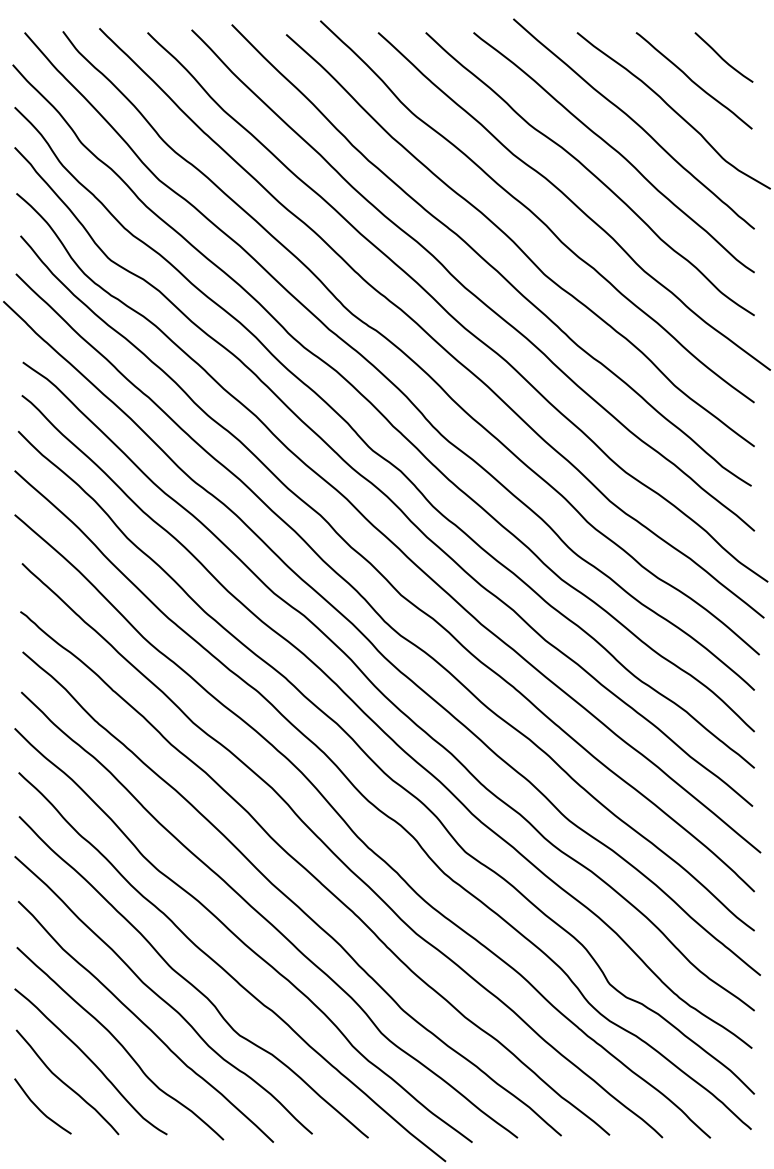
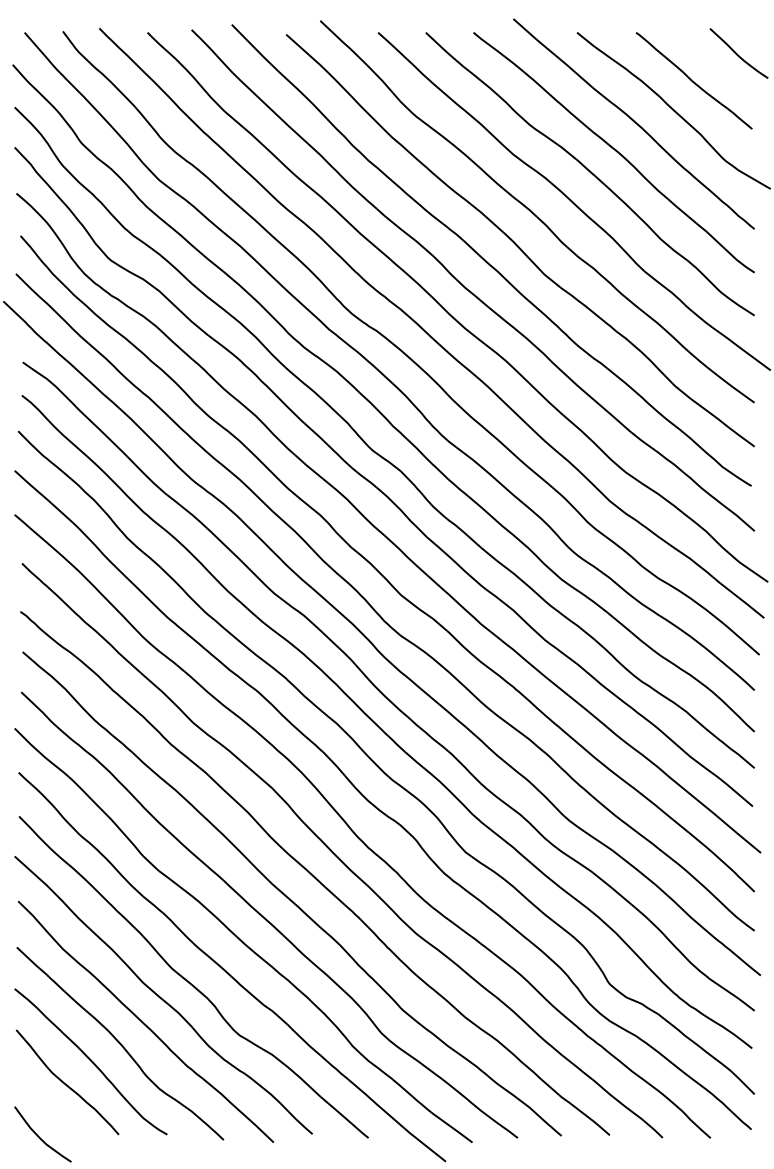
curve at (722, 57) position: (722, 57) -> (737, 53)
curve at (39, 1108) position: (39, 1108) -> (39, 1136)
